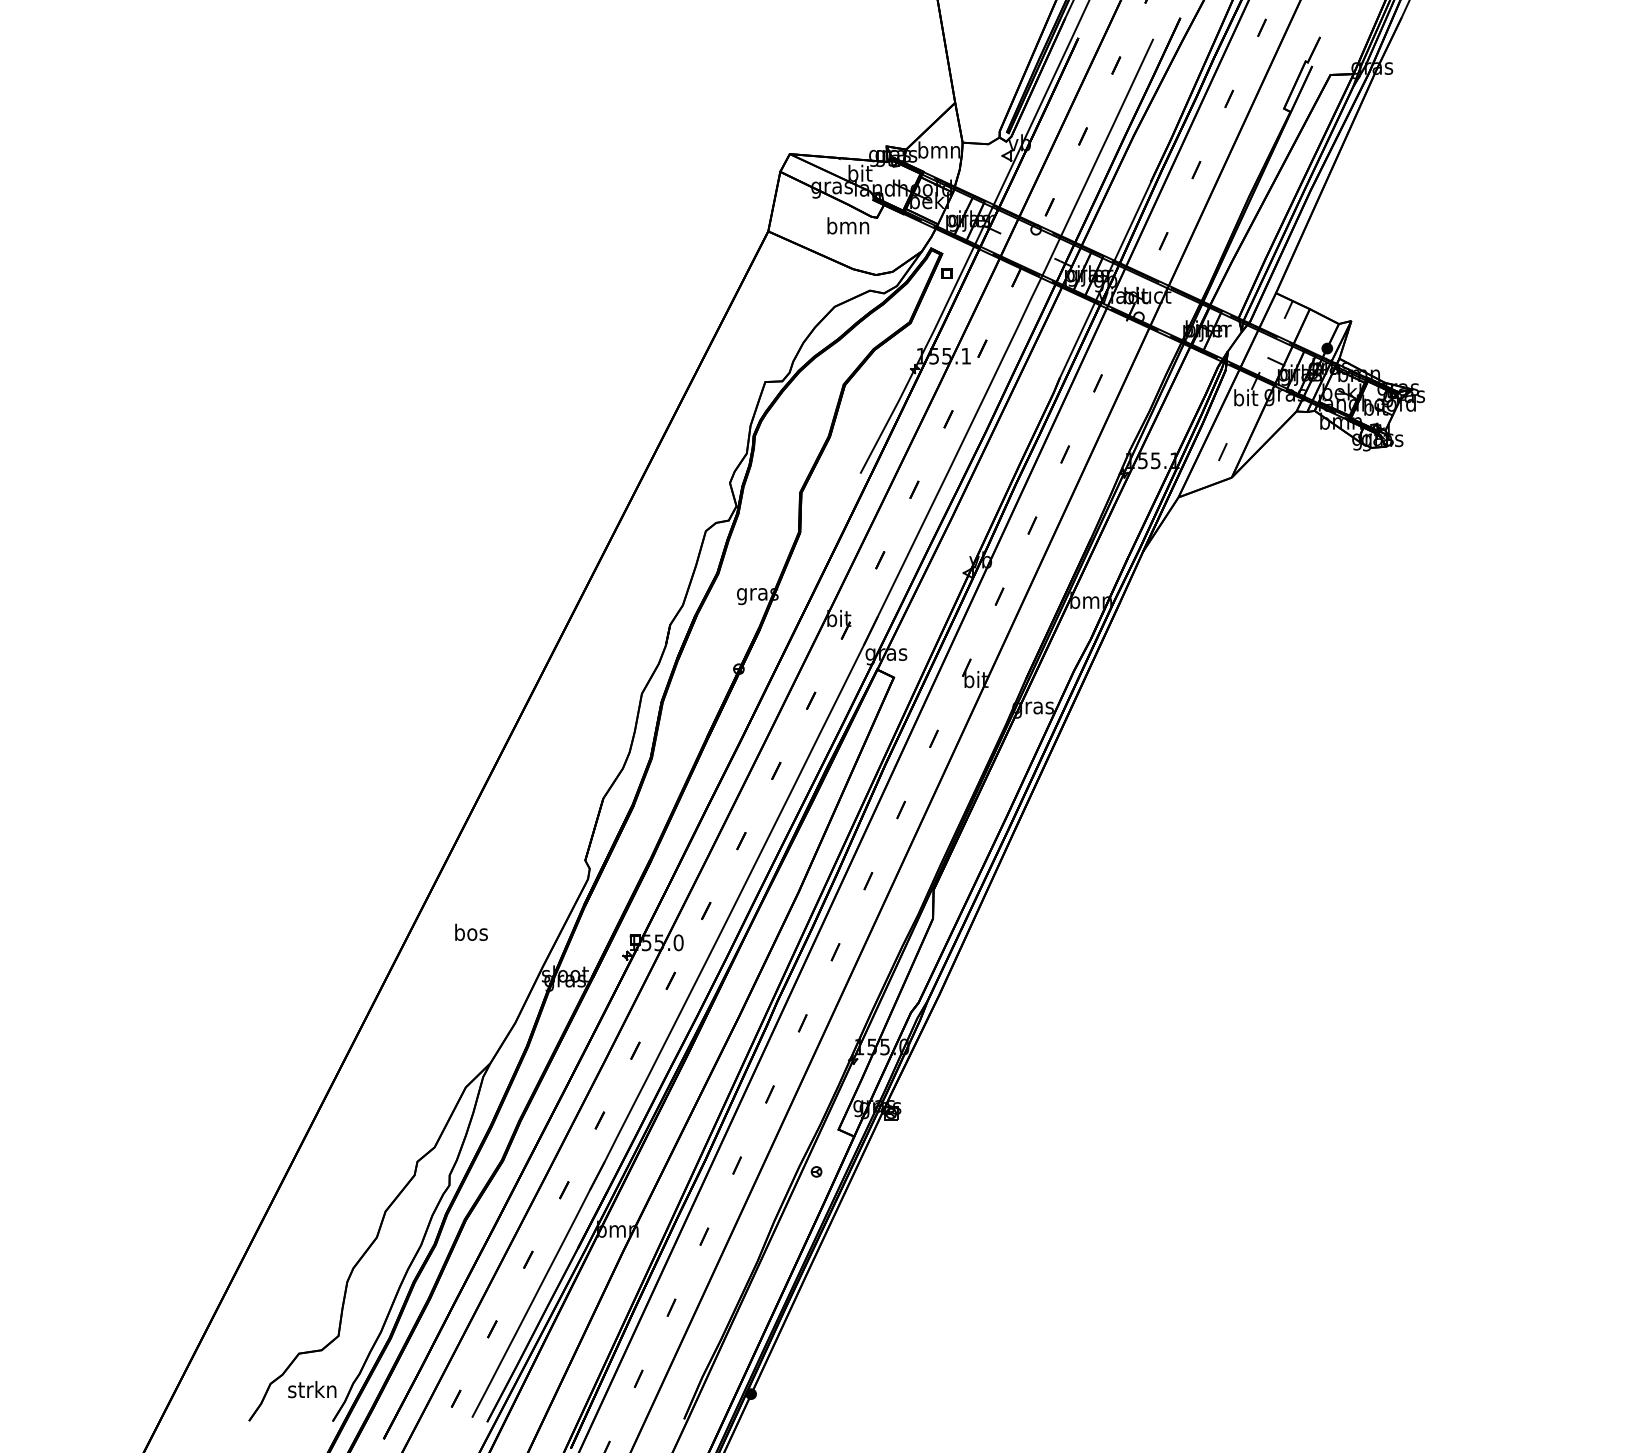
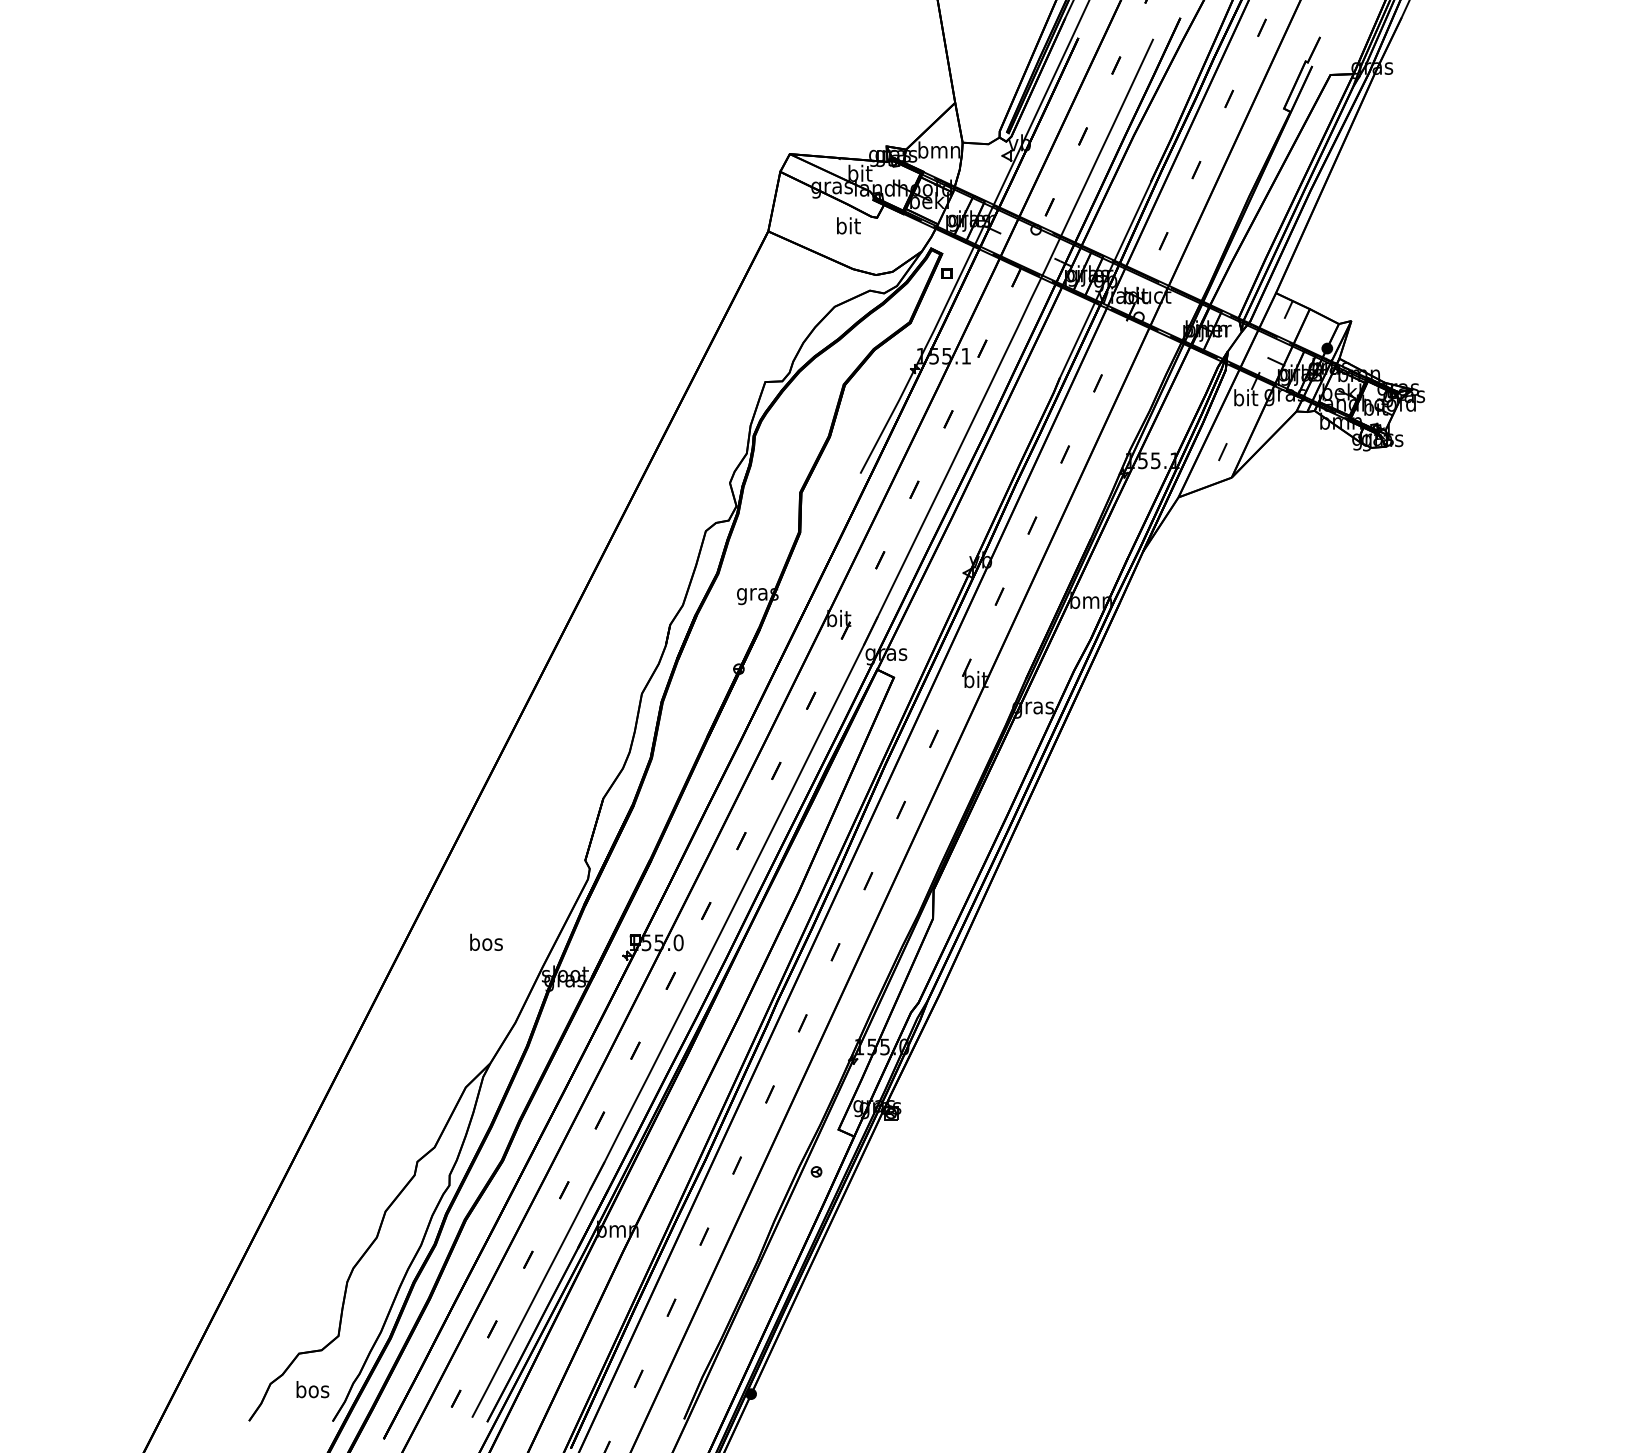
text at (848, 225): bmn -> bit
text at (471, 931) position: (471, 931) -> (486, 941)
text at (312, 1389): strkn -> bos
